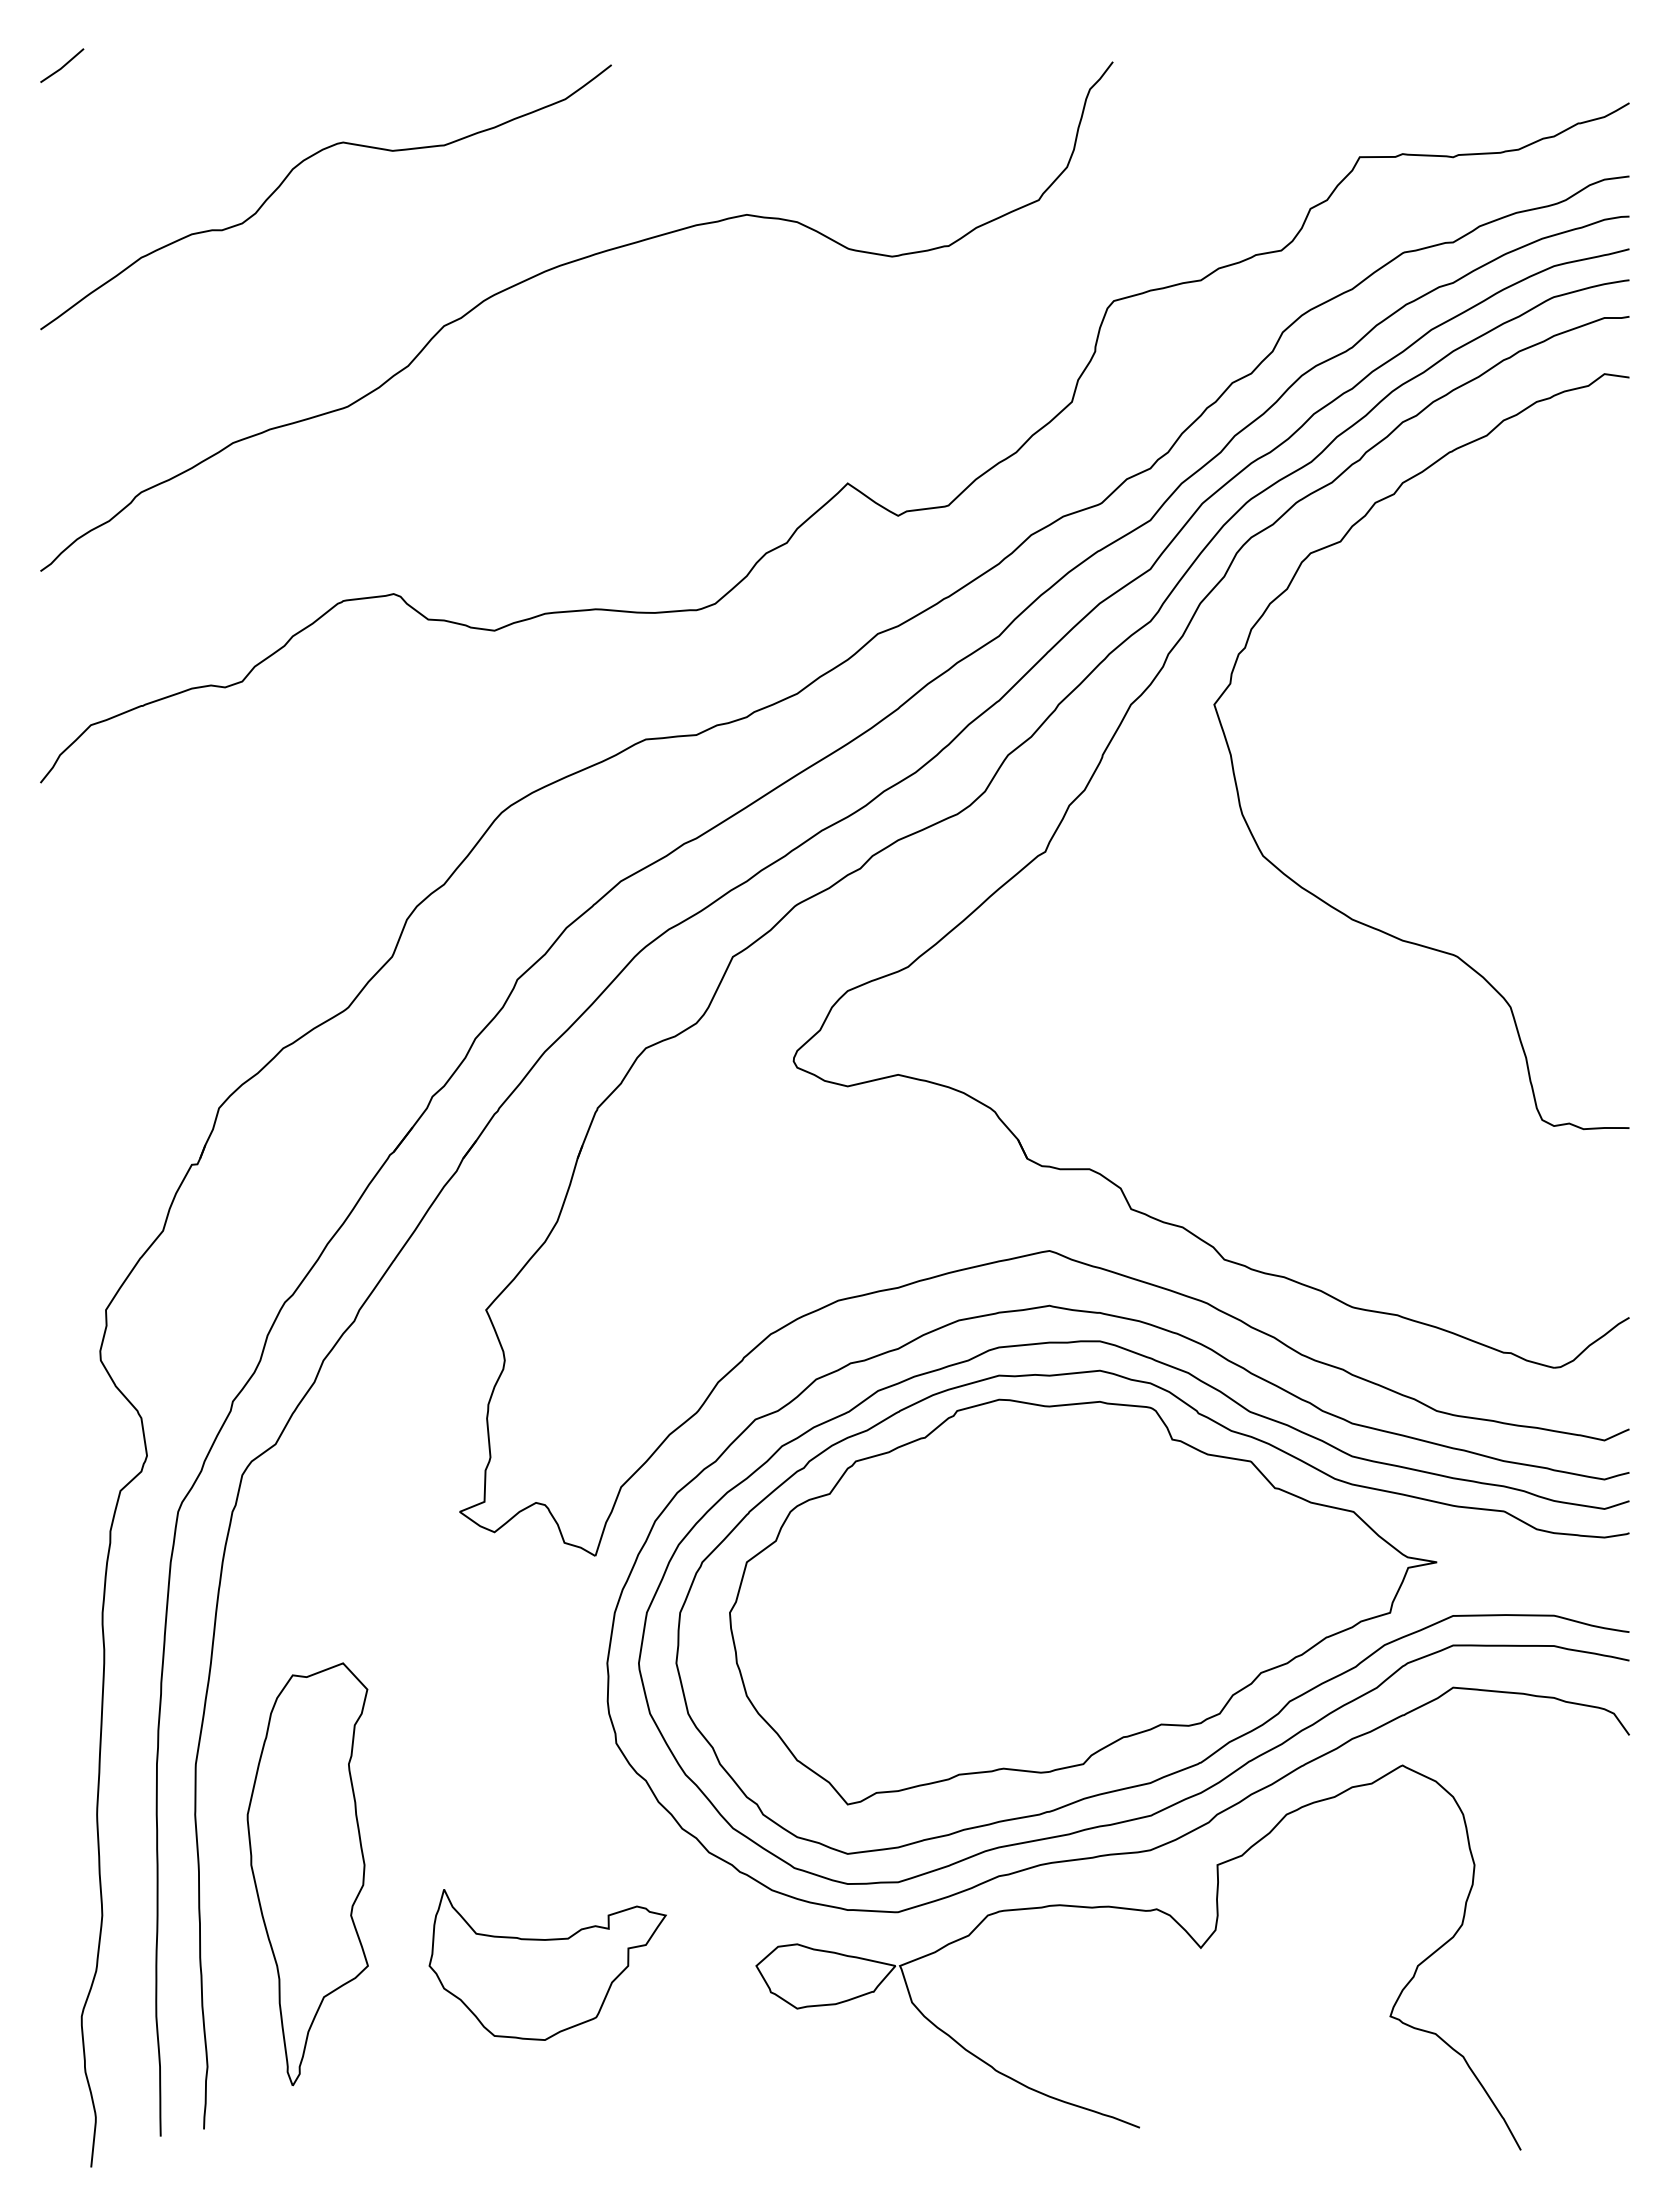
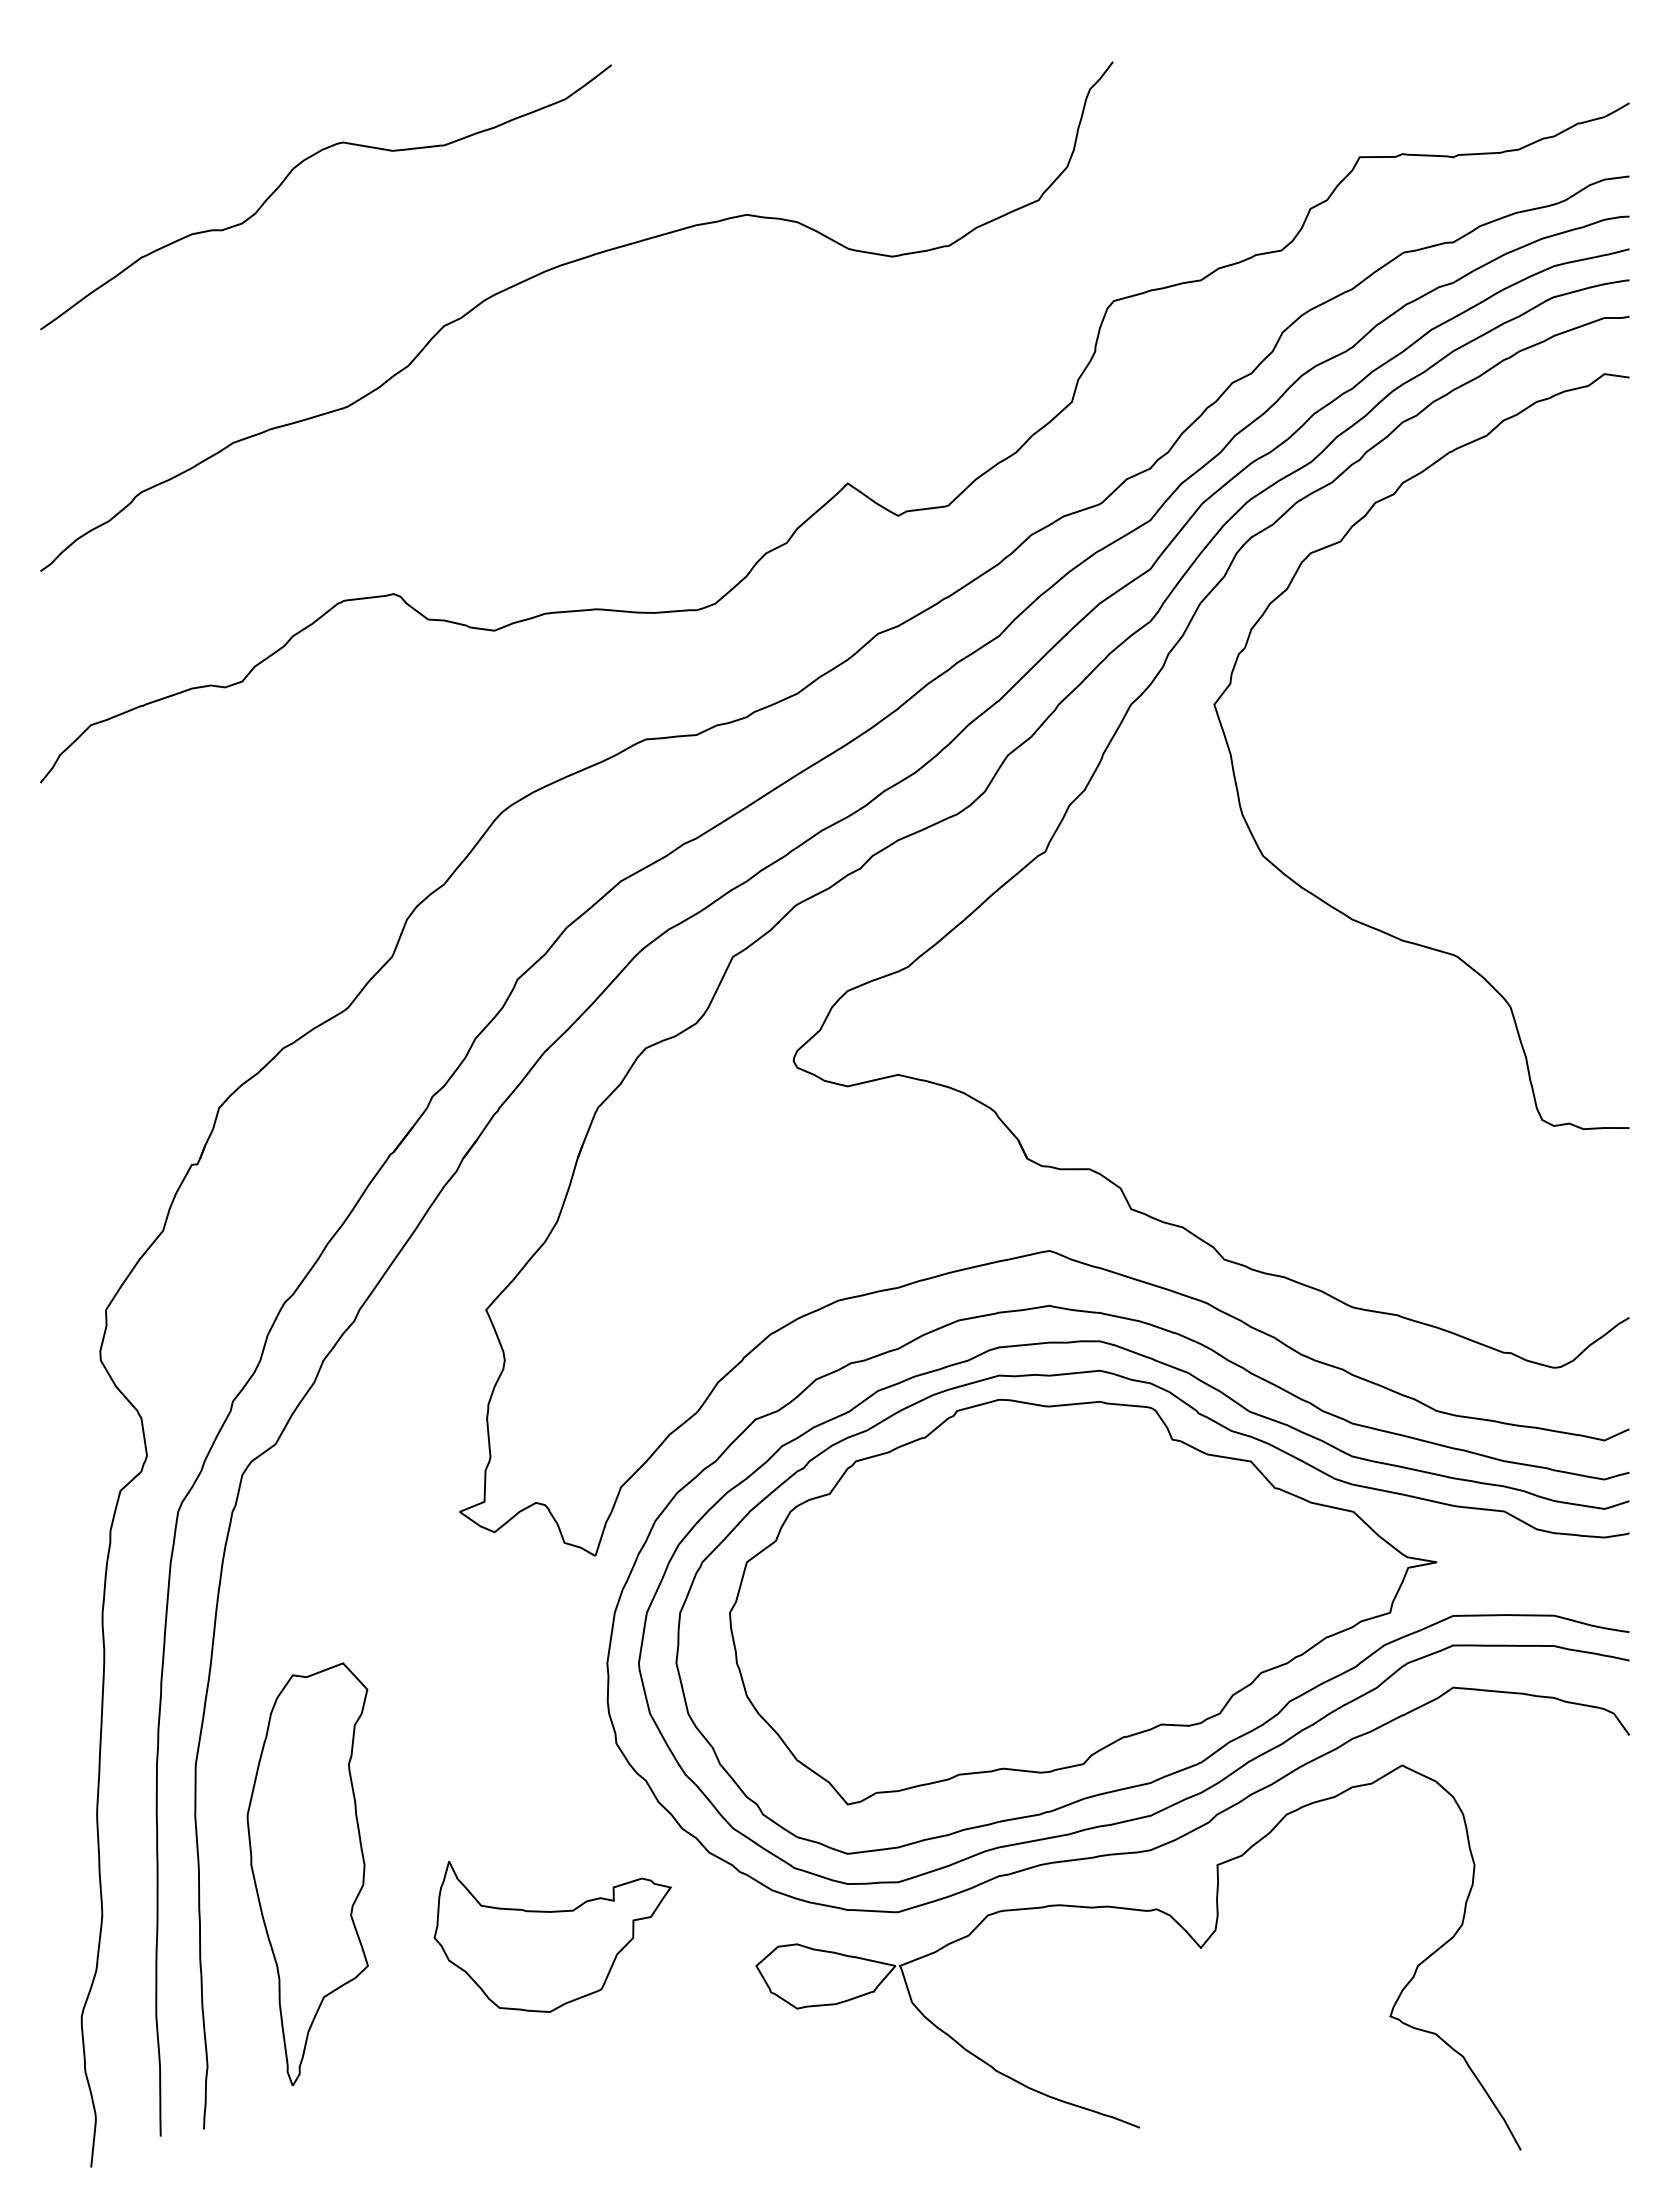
line at (63, 65): present -> none
part at (547, 1964) position: (547, 1964) -> (552, 1936)
